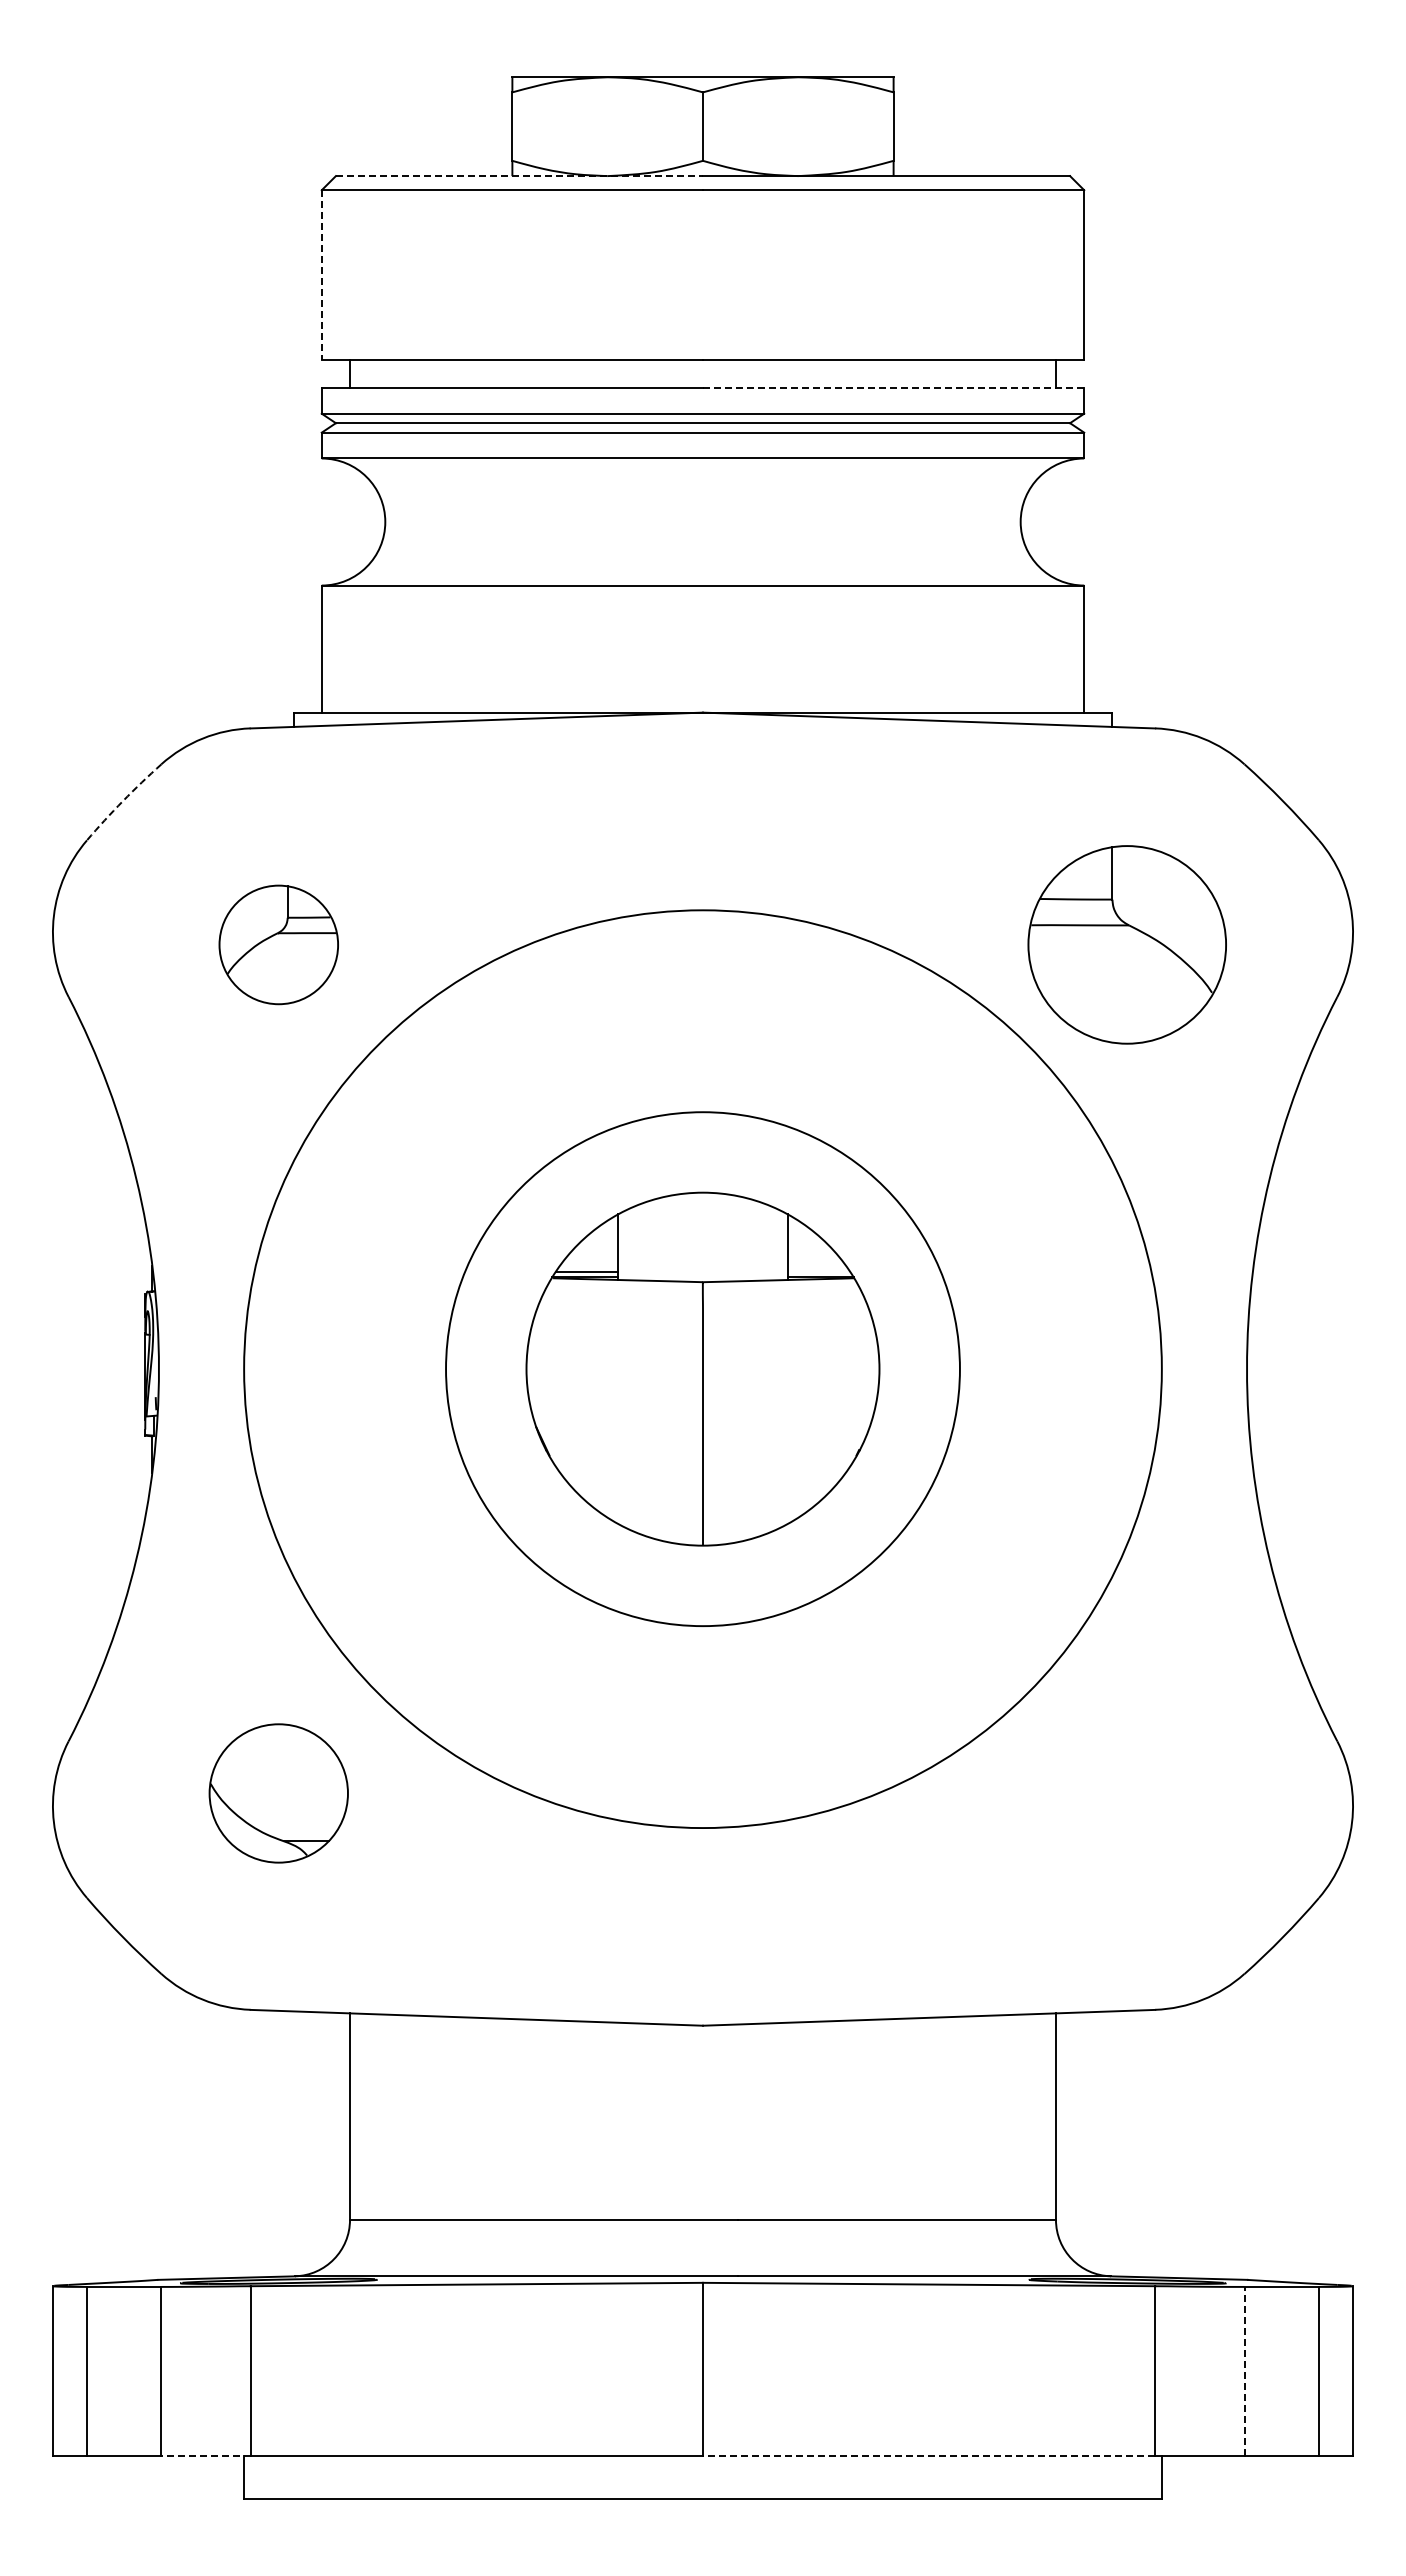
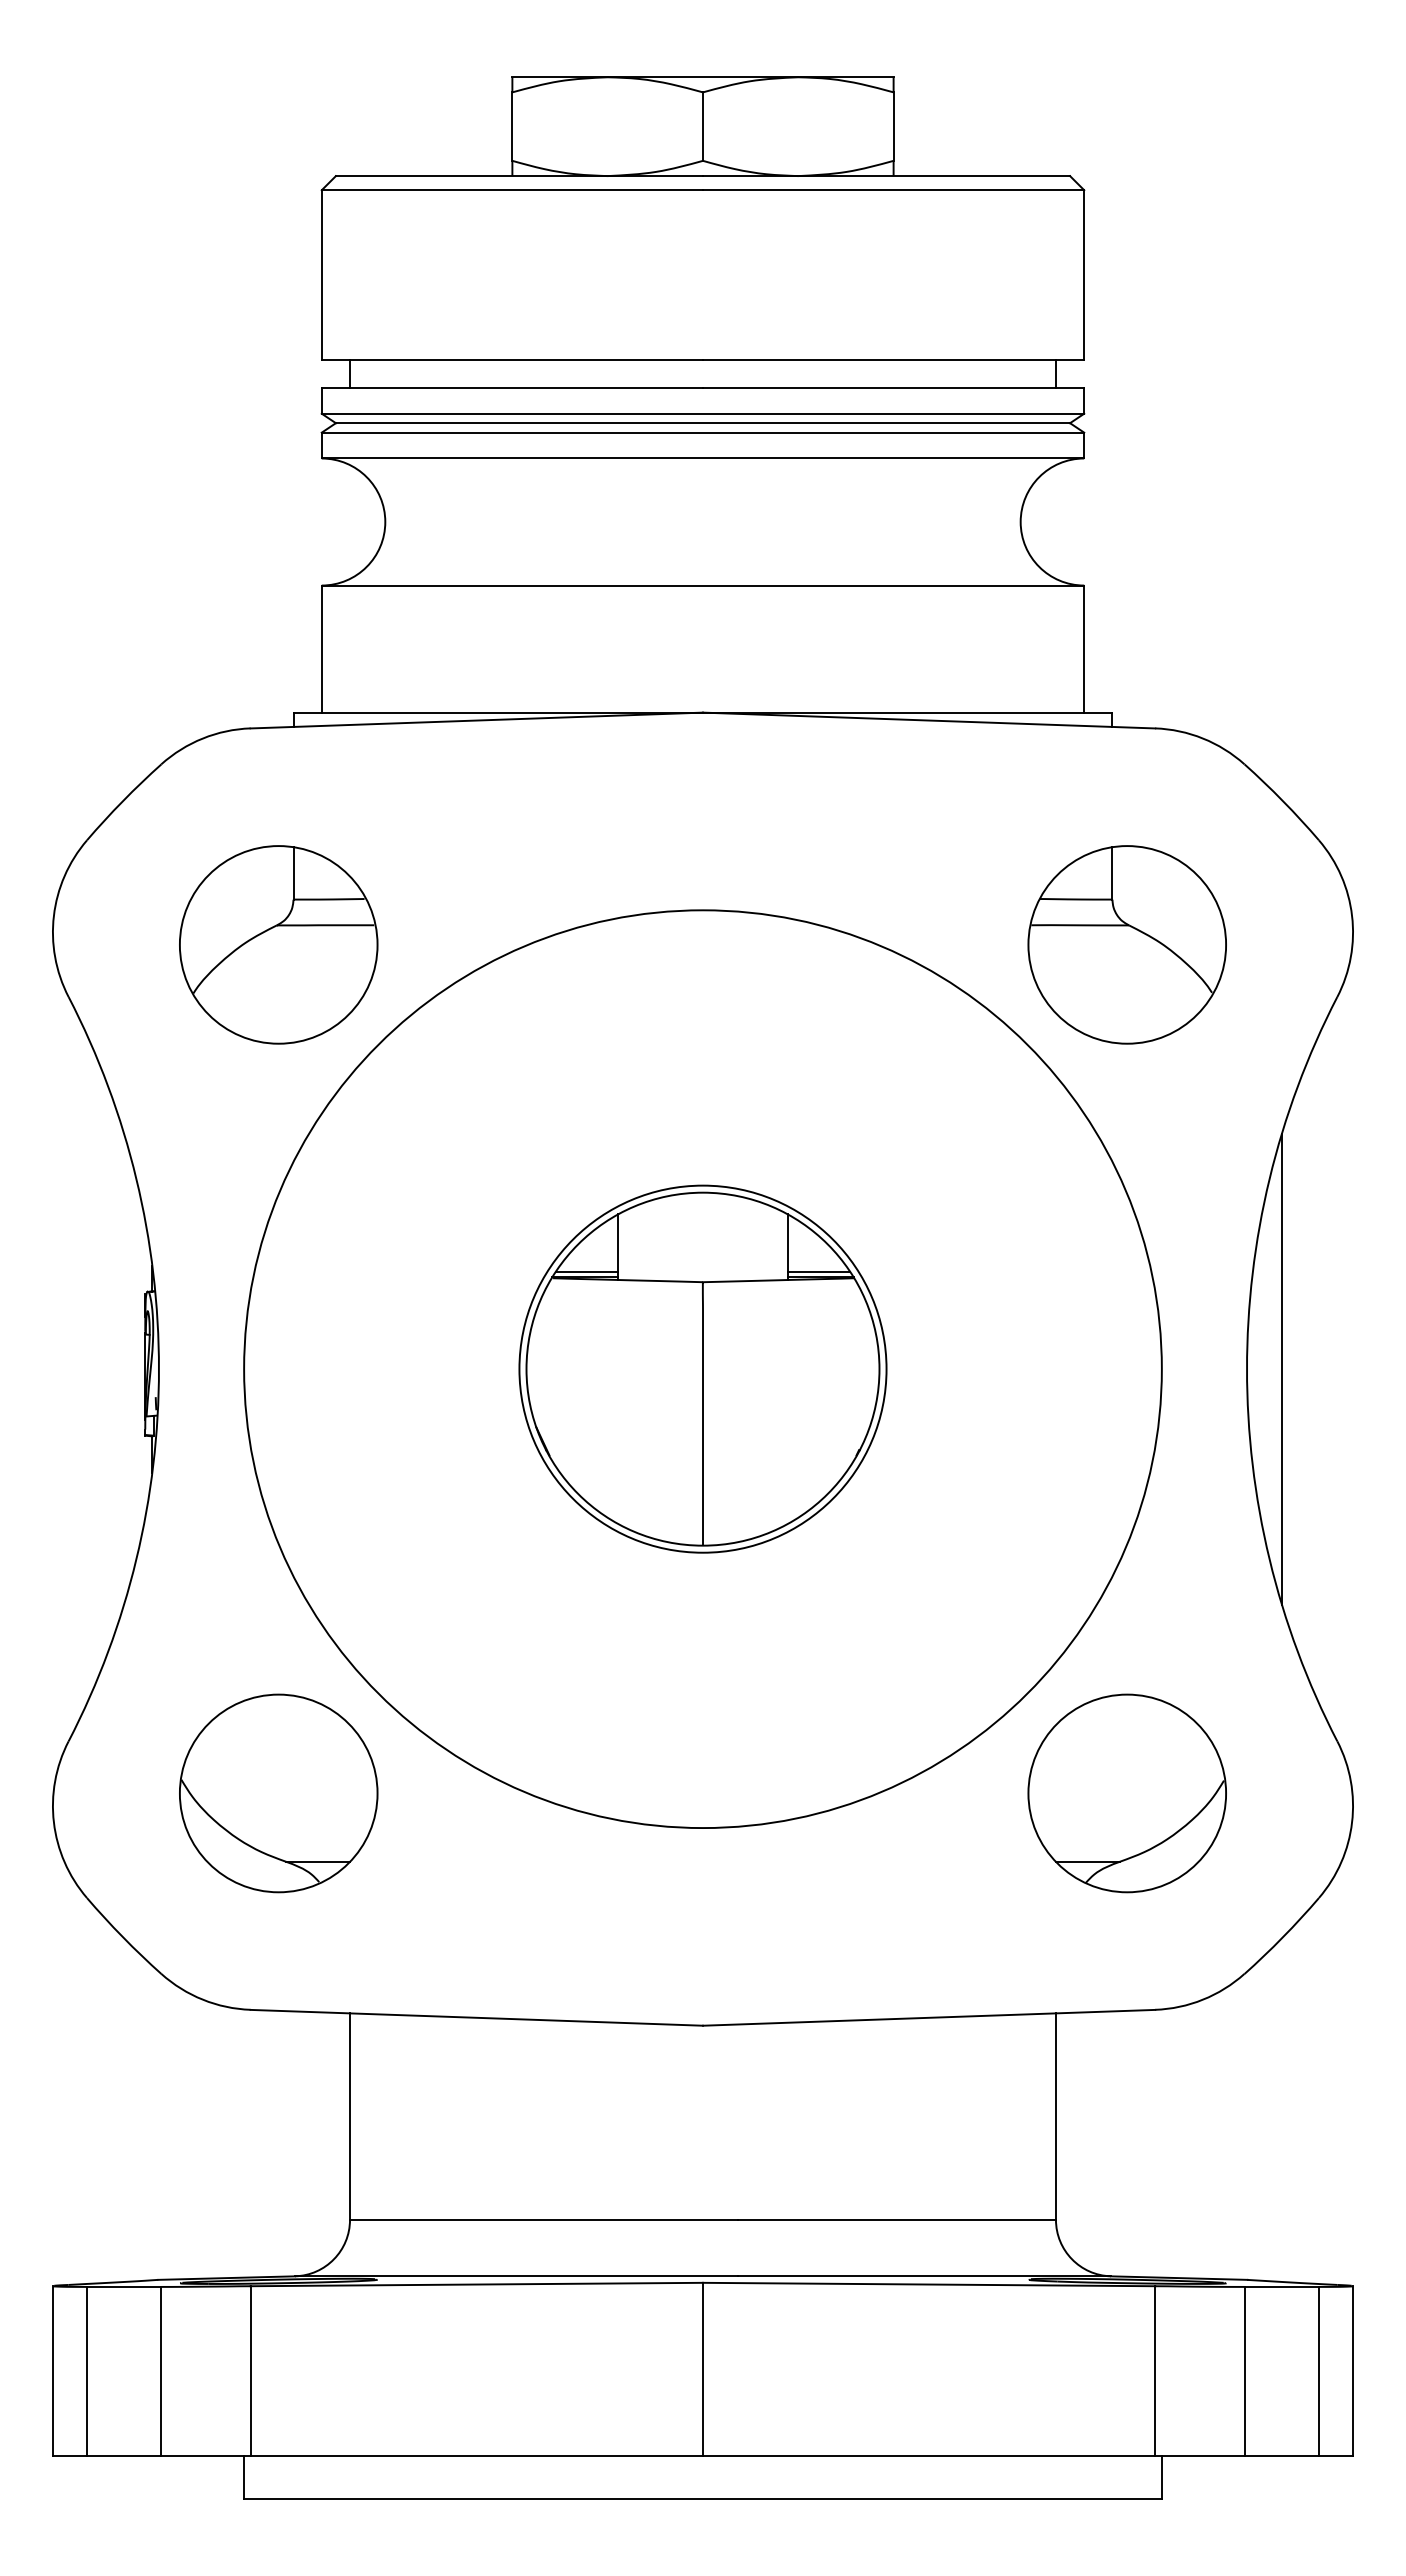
line at (519, 176): dashed -> solid
line at (321, 274): dashed -> solid
line at (893, 387): dashed -> solid
arc at (122, 801): dashed -> solid
part at (278, 944) size: 121x122 px -> 200x200 px
line at (818, 1271): none -> present
line at (1281, 1368): none -> present
circle at (702, 1369) diameter: 514 px -> 367 px
part at (278, 1793) size: 141x141 px -> 200x201 px
part at (1126, 1793): none -> present
line at (1244, 2371): dashed -> solid
line at (206, 2456): dashed -> solid
line at (928, 2456): dashed -> solid
